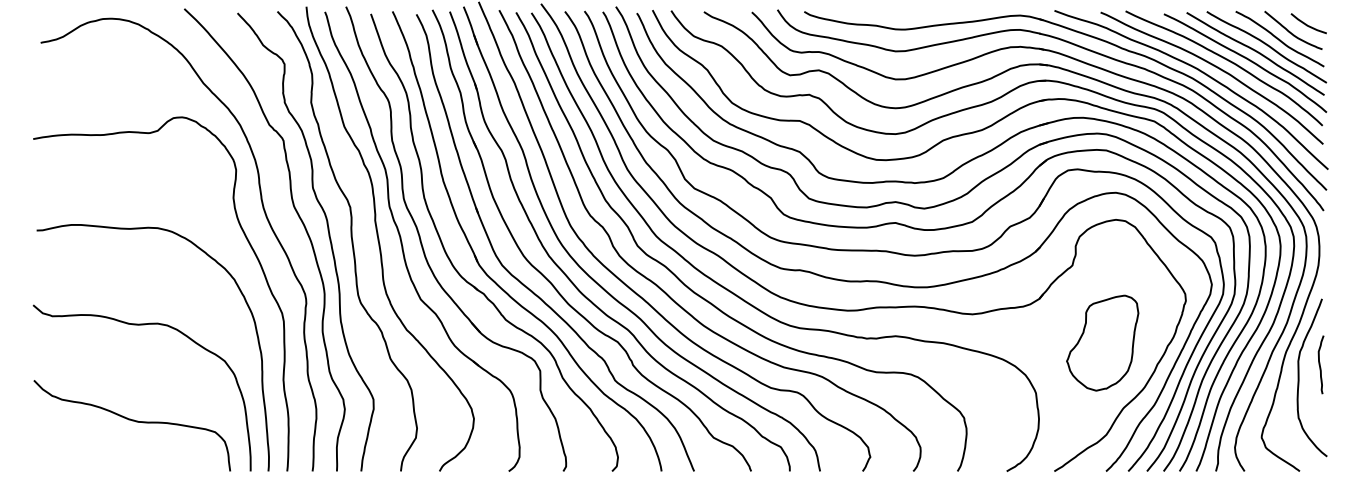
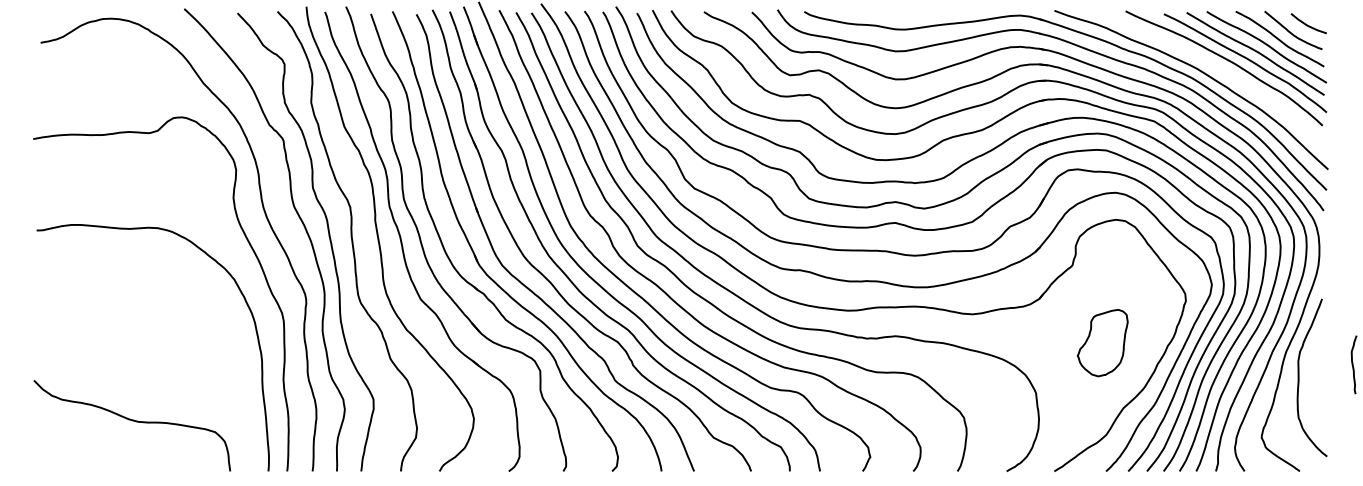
curve at (1218, 69): present -> none
curve at (141, 325): present -> none
part at (1102, 342) size: 74x98 px -> 53x69 px
curve at (1320, 364) position: (1320, 364) -> (1353, 364)
